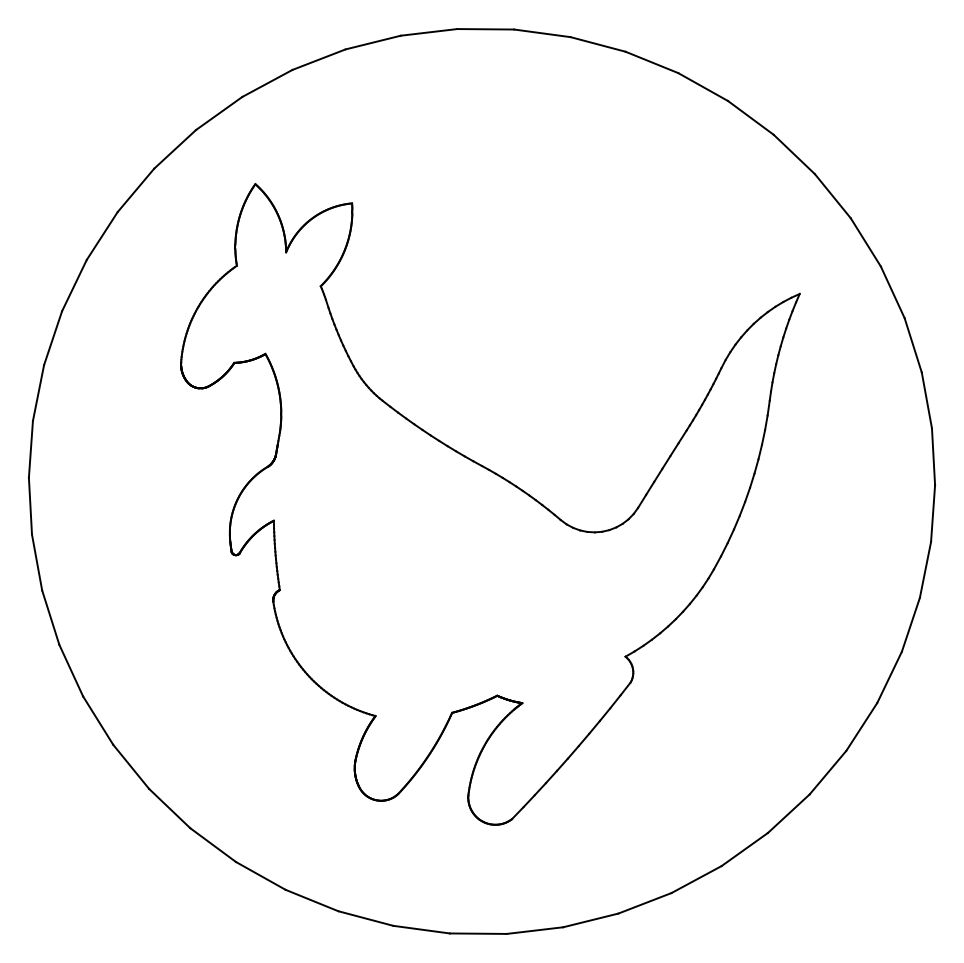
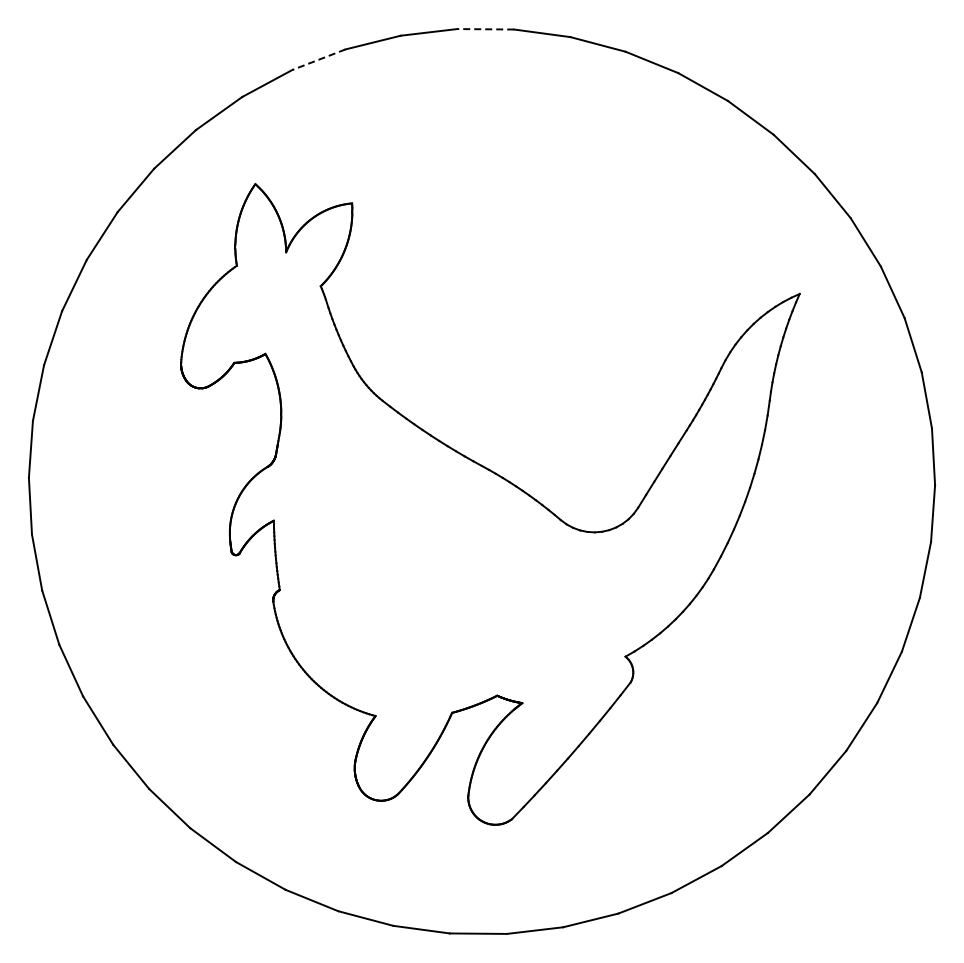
line at (485, 29): solid -> dashed
line at (318, 59): solid -> dashed
